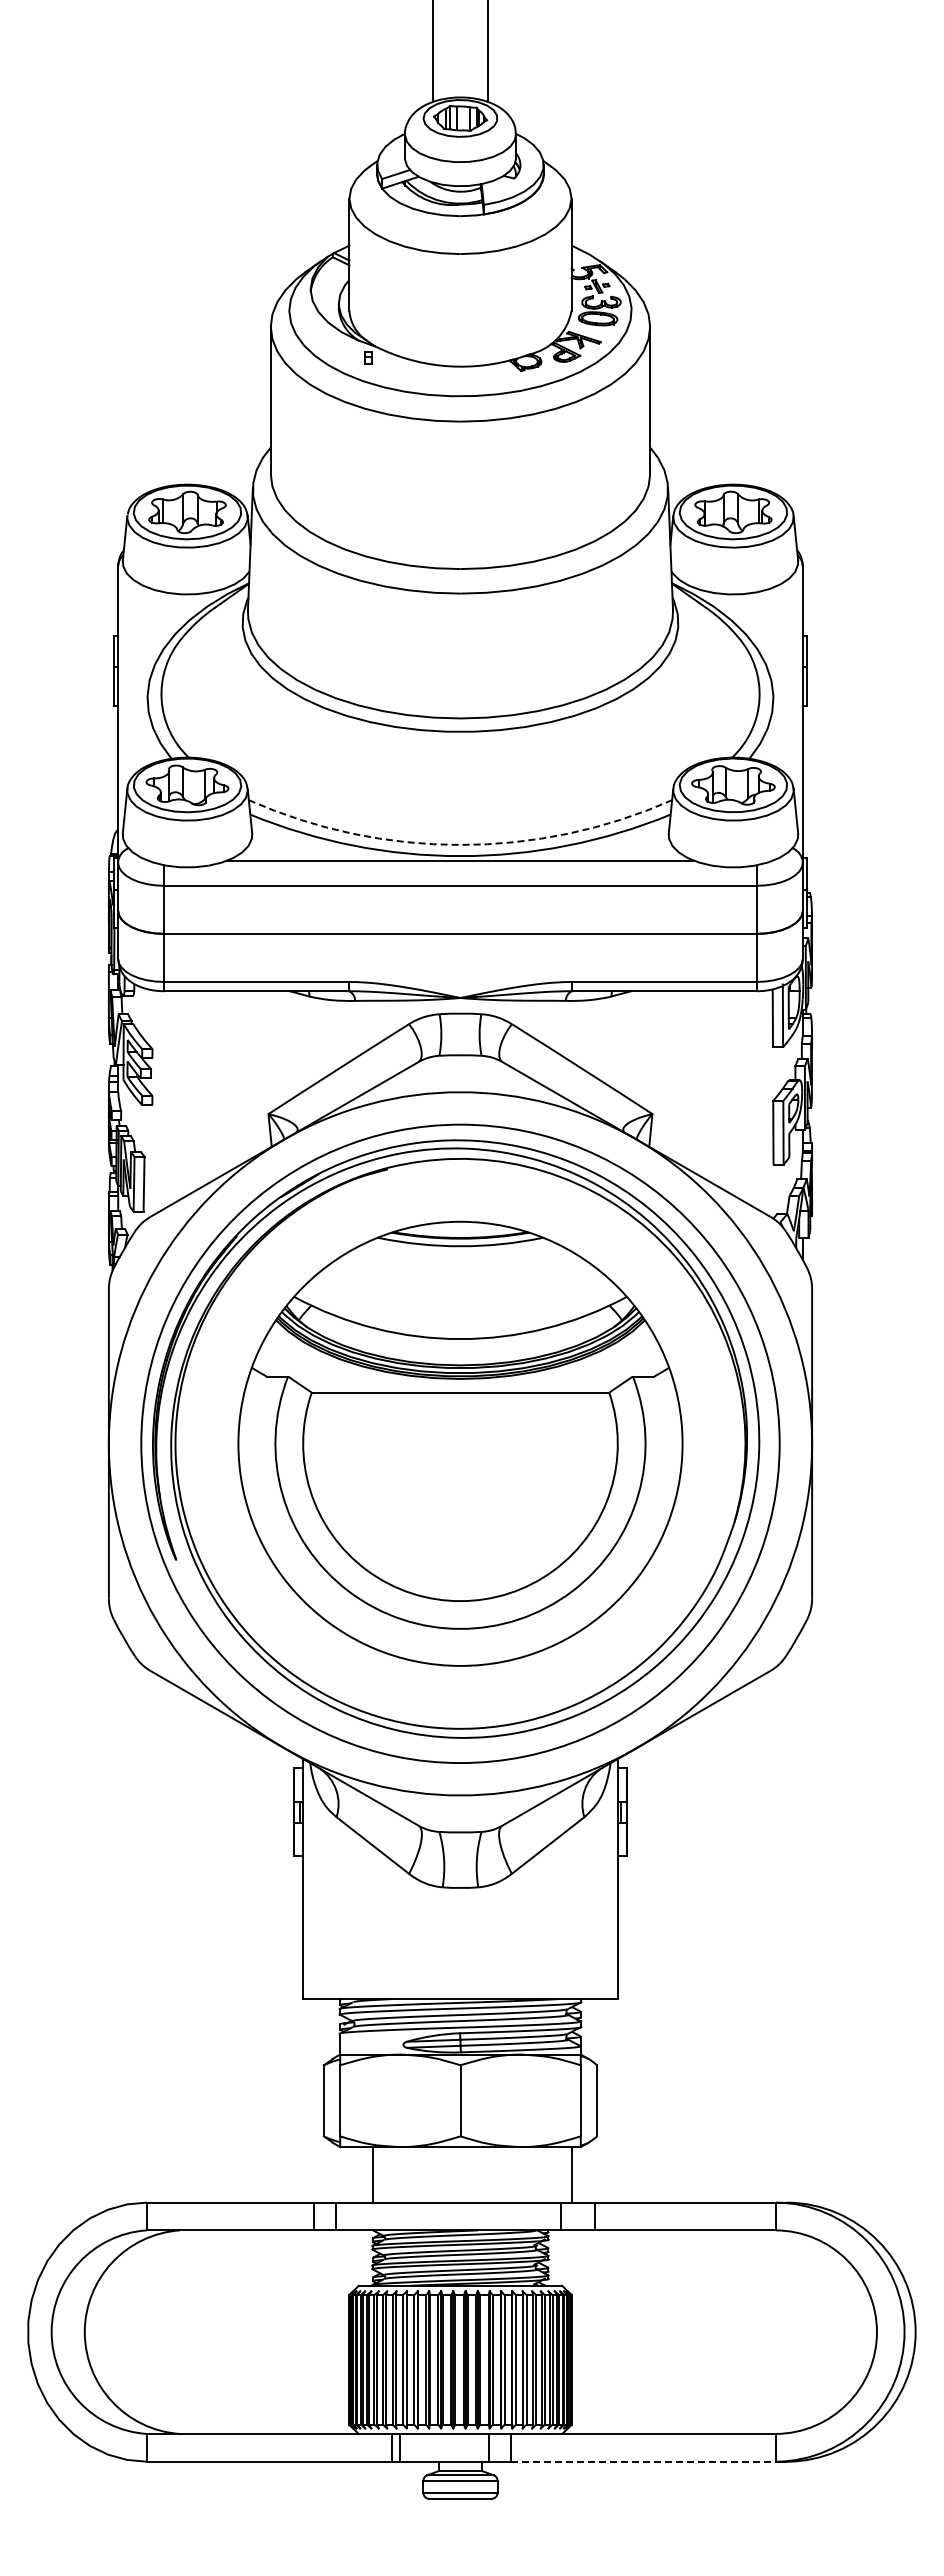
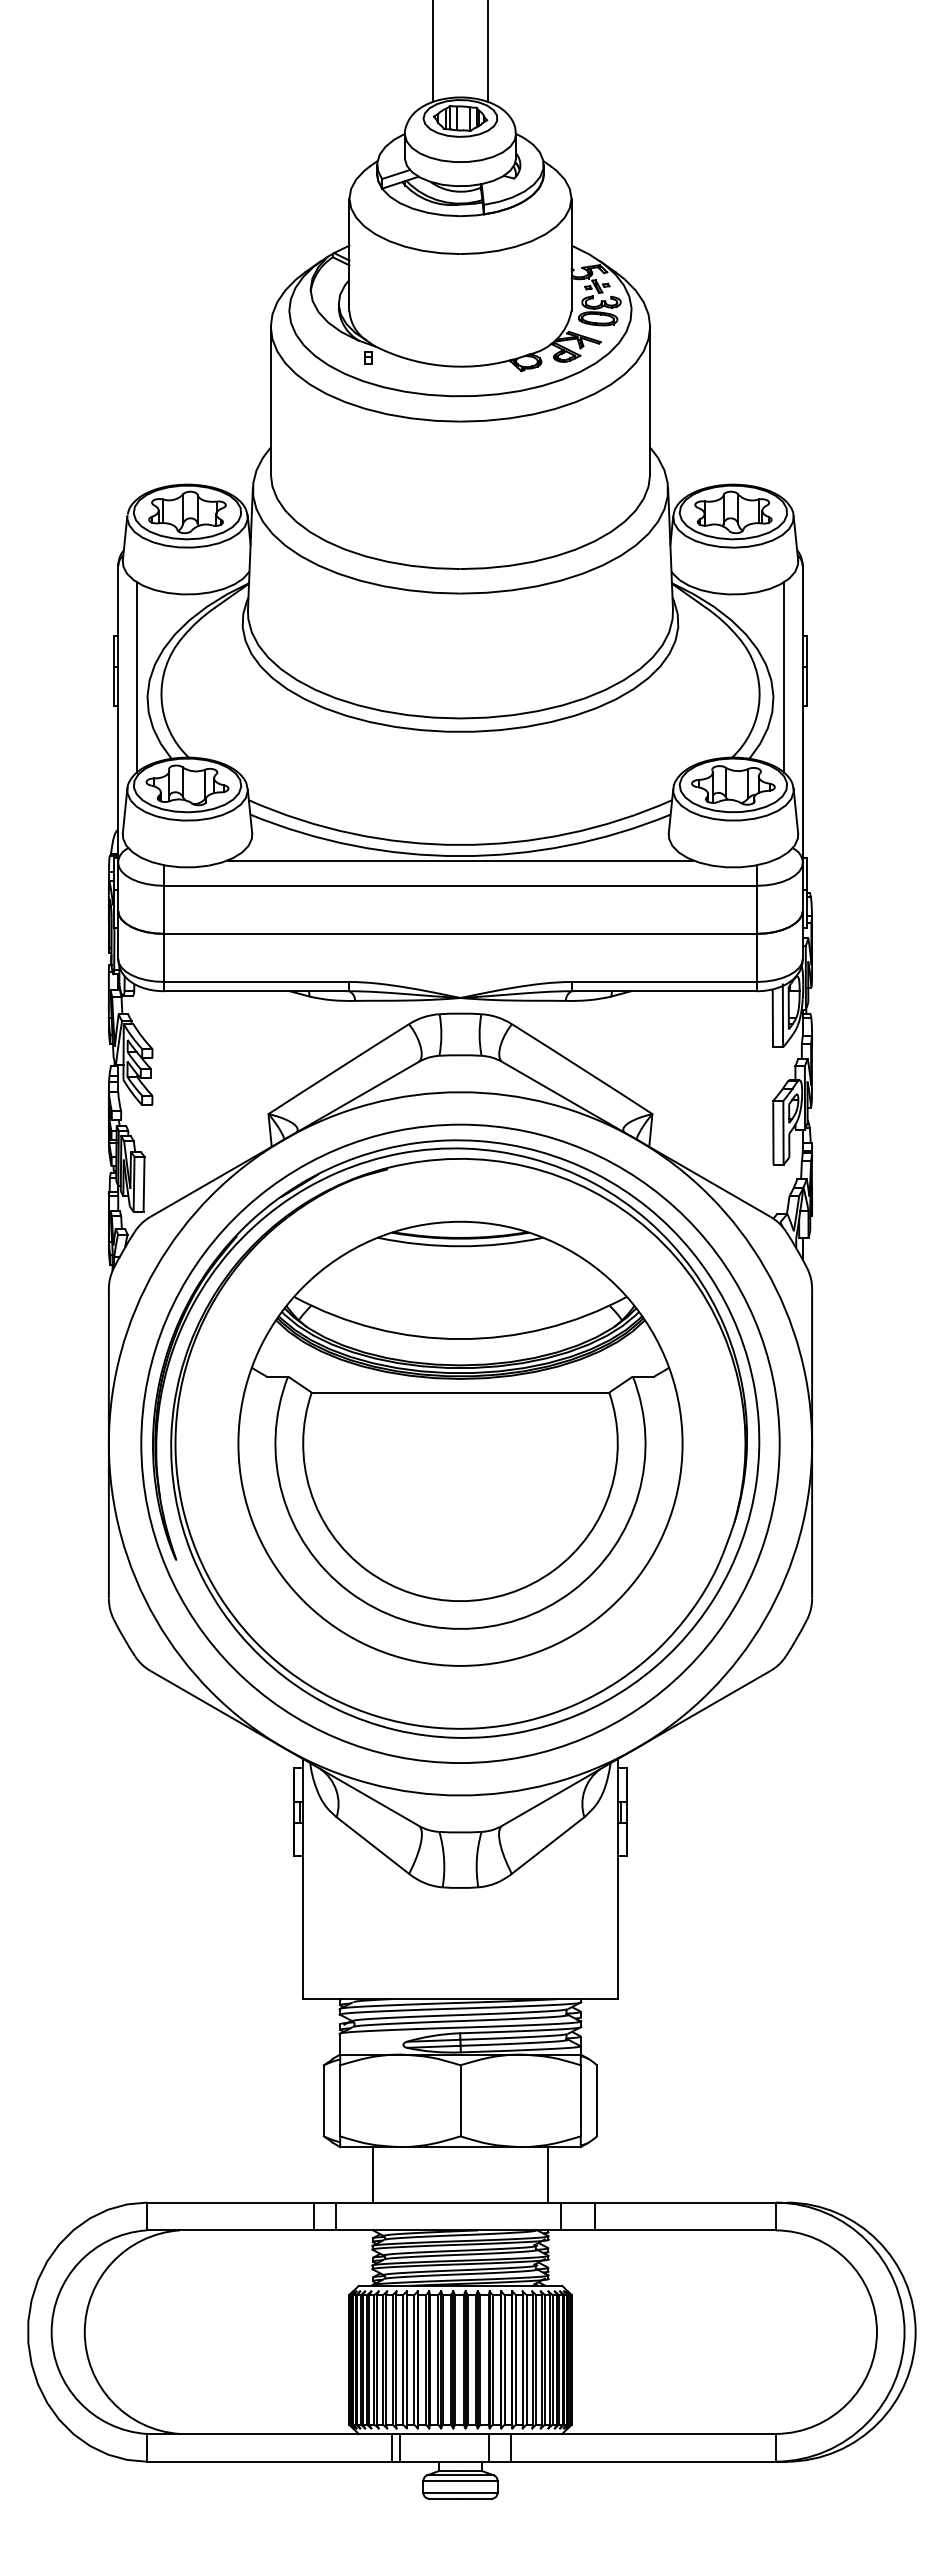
line at (136, 677): none -> present
line at (784, 677): none -> present
arc at (460, 844): dashed -> solid
line at (572, 2174) position: (572, 2174) -> (548, 2174)
line at (644, 2461): dashed -> solid
